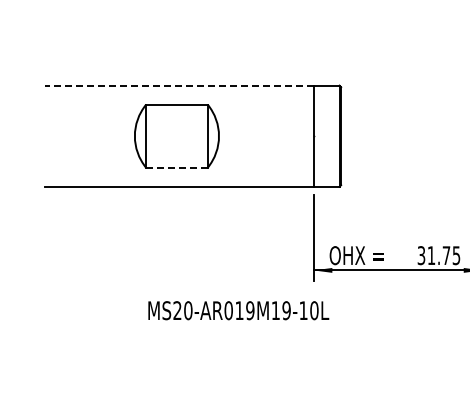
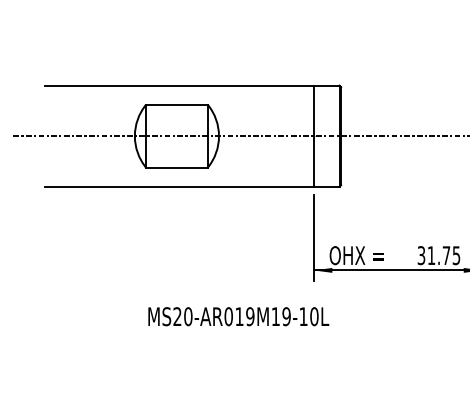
line at (179, 85): dashed -> solid
line at (239, 136): none -> present
line at (176, 167): dashed -> solid
text at (238, 310) position: (238, 310) -> (238, 316)
